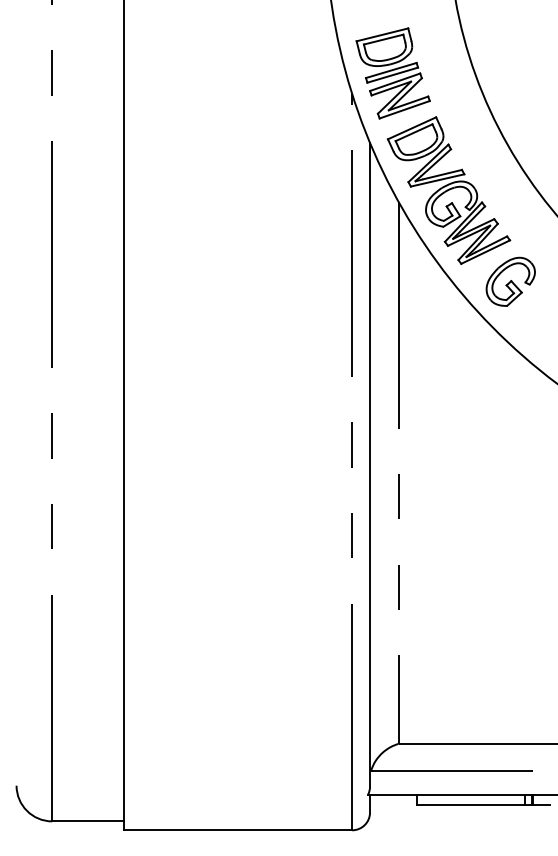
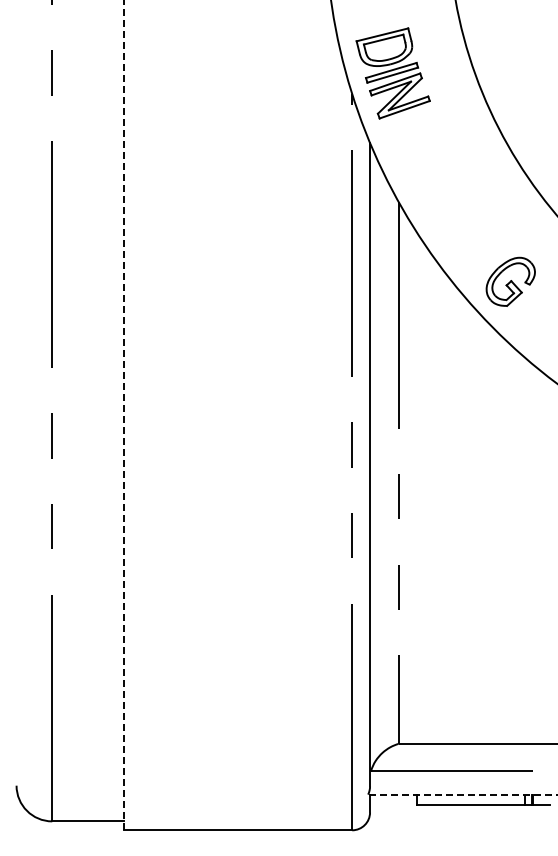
part at (448, 190): present -> none
line at (123, 415): solid -> dashed
line at (462, 794): solid -> dashed
